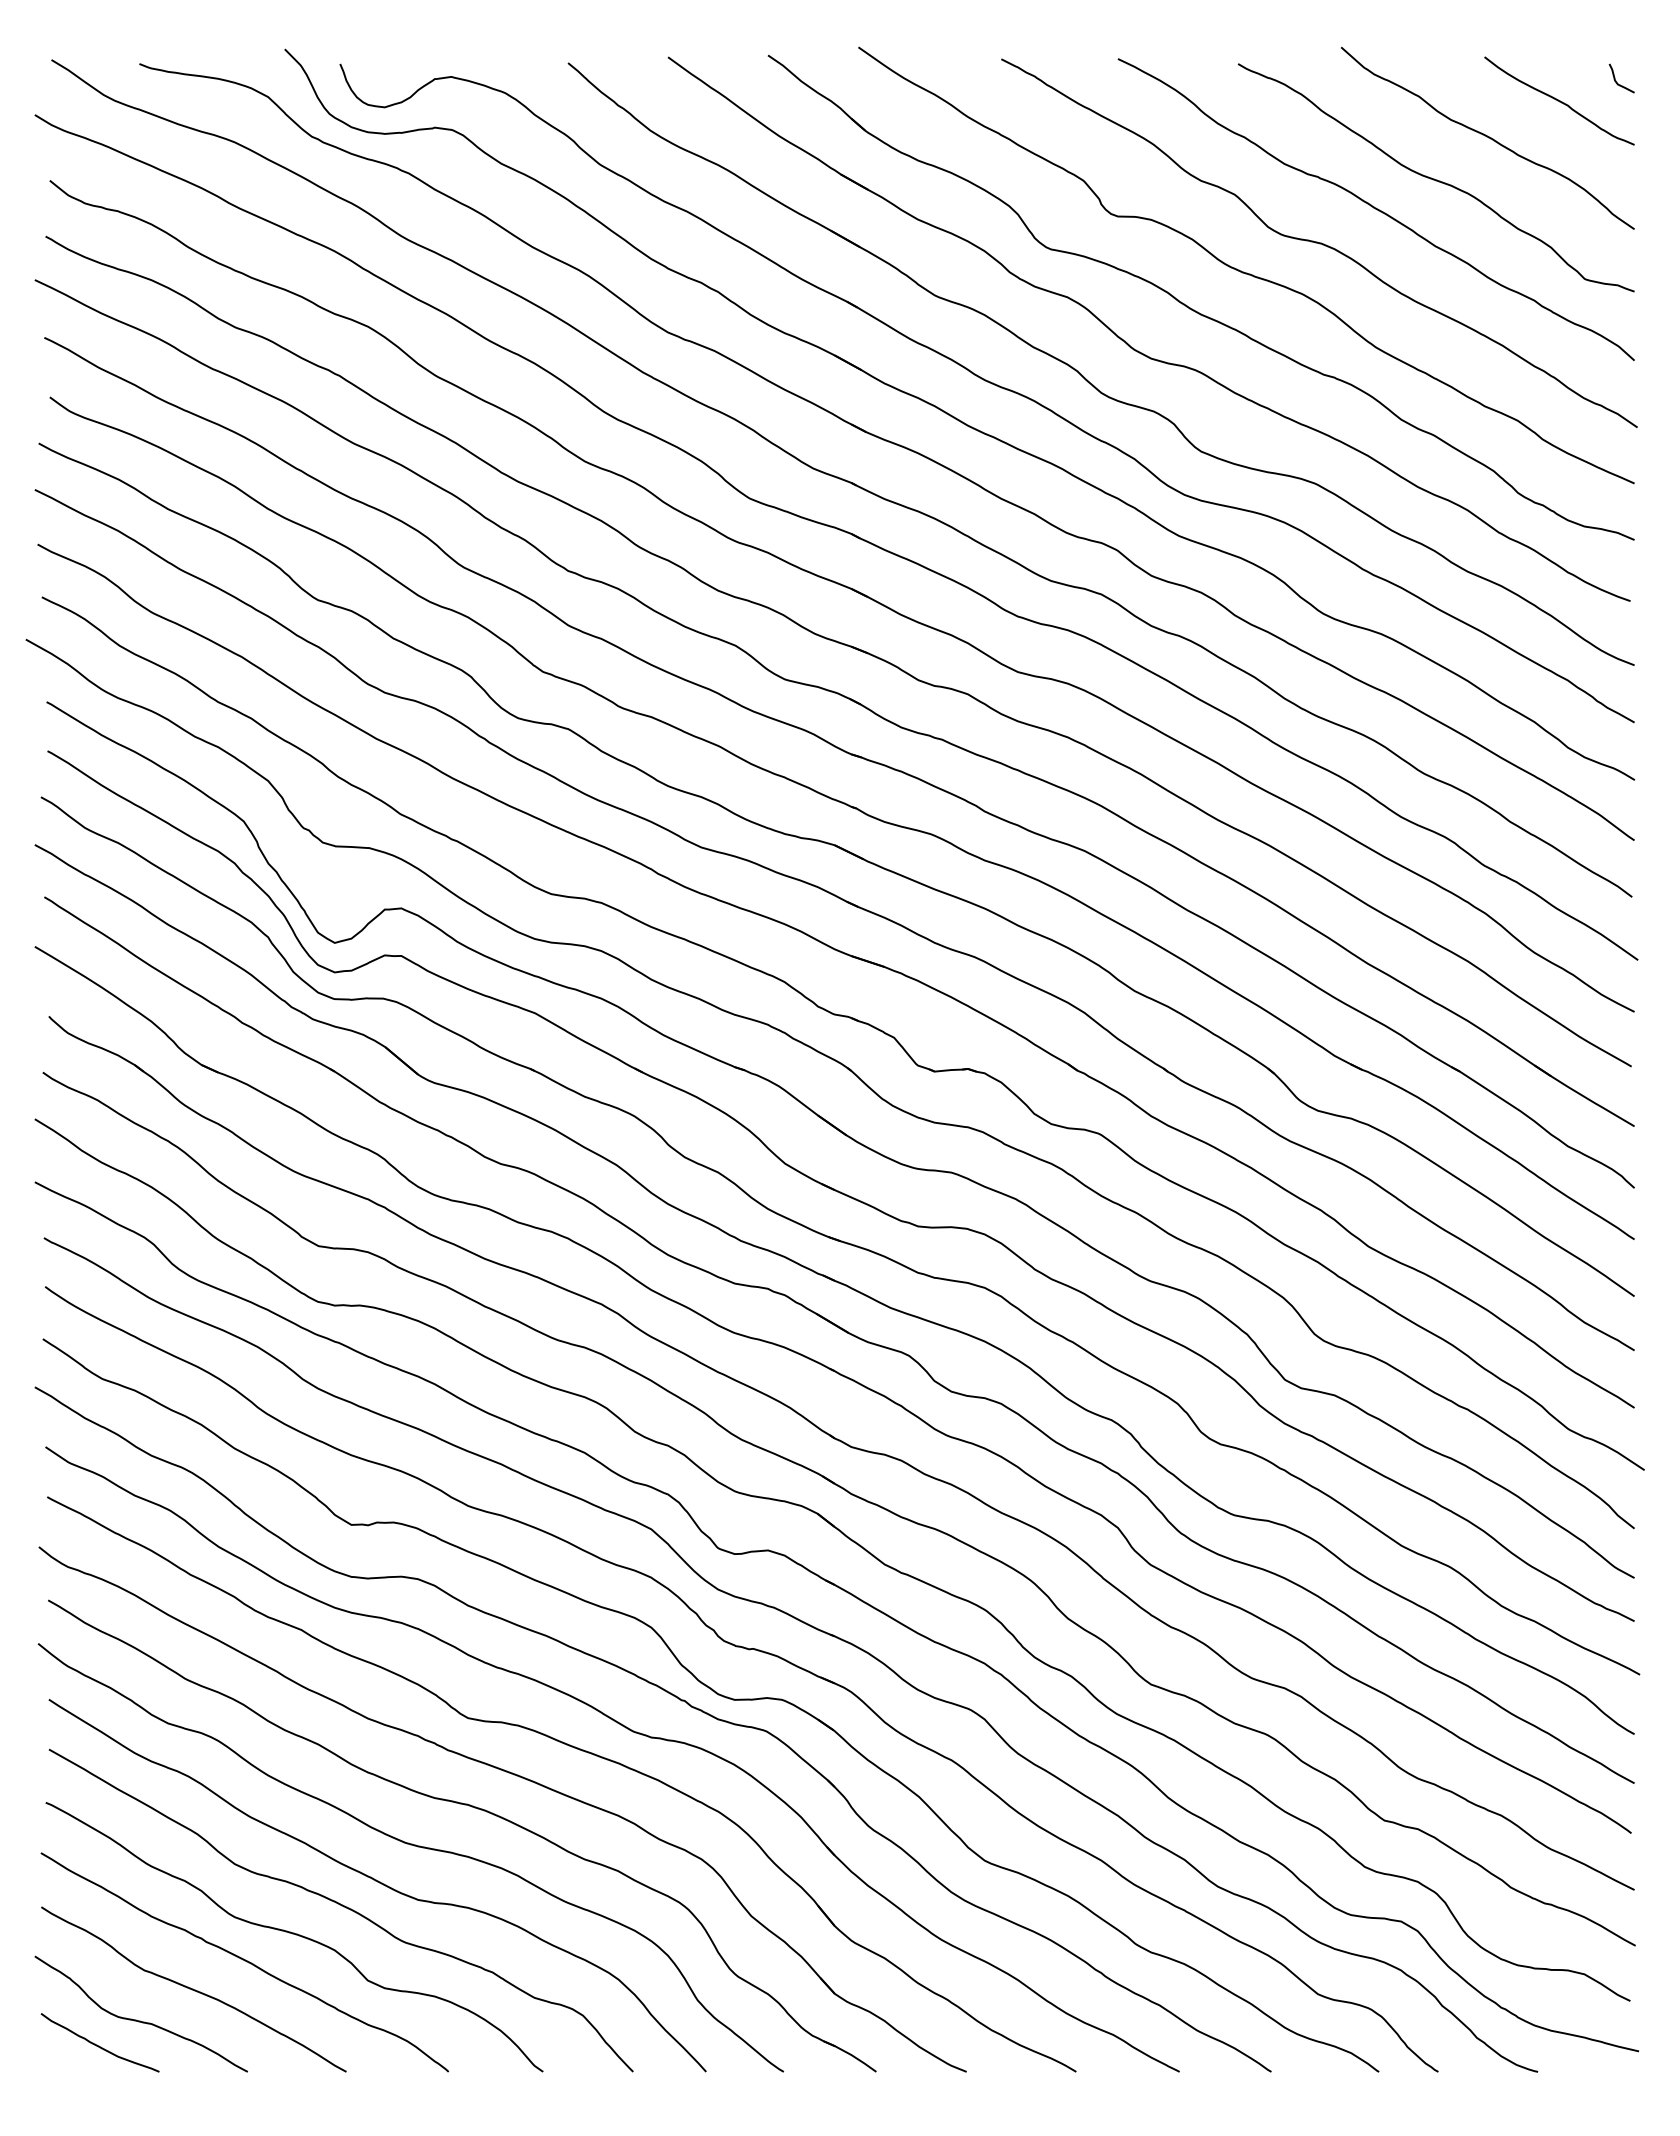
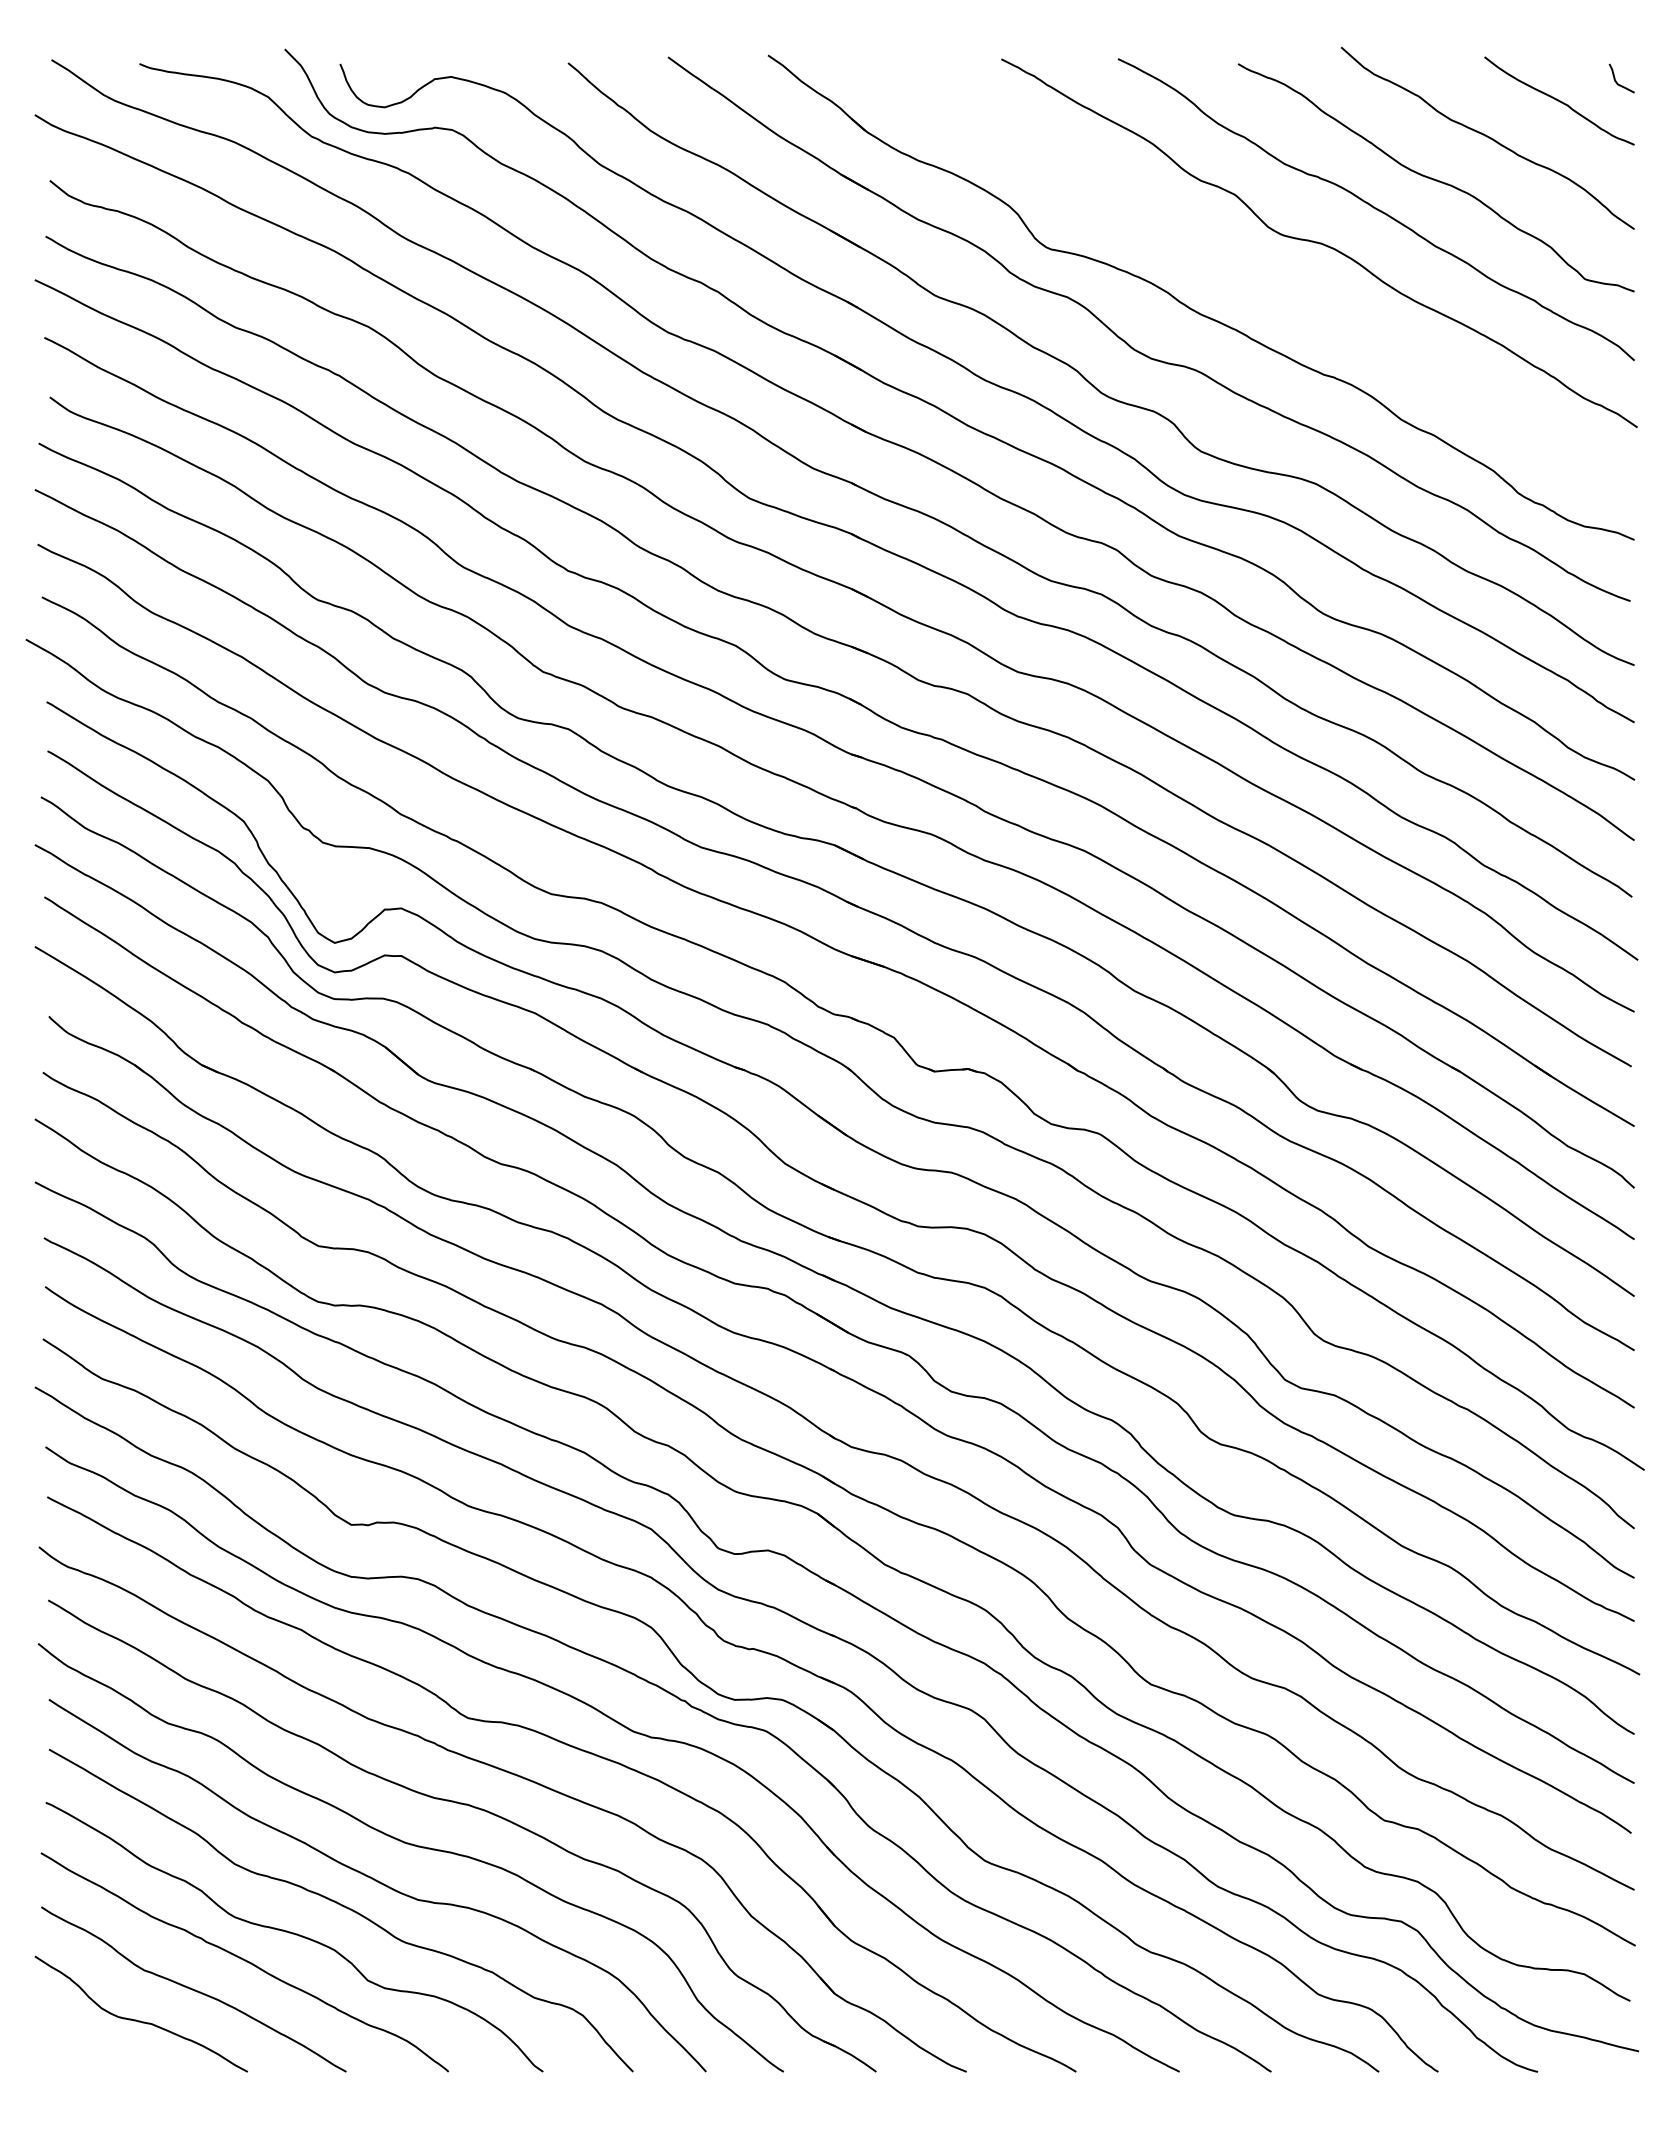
curve at (1243, 271): present -> none
curve at (97, 2044): present -> none
